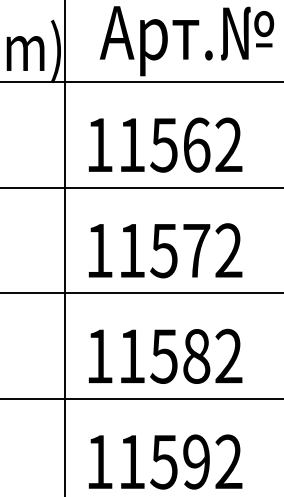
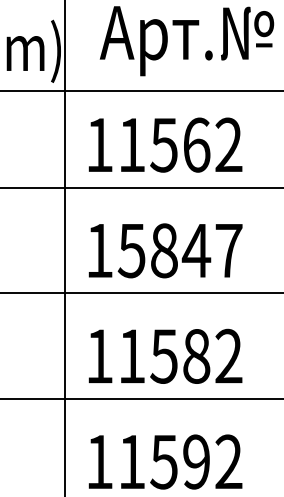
line at (141, 82) position: (141, 82) -> (141, 91)
text at (179, 250): 11572 -> 15847
